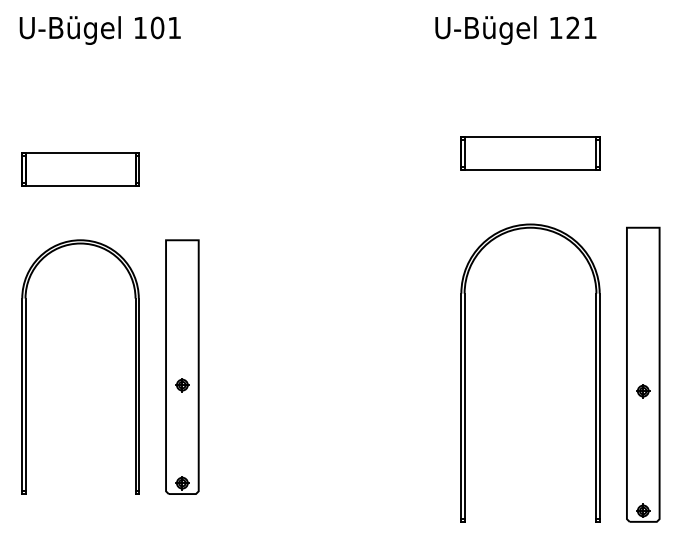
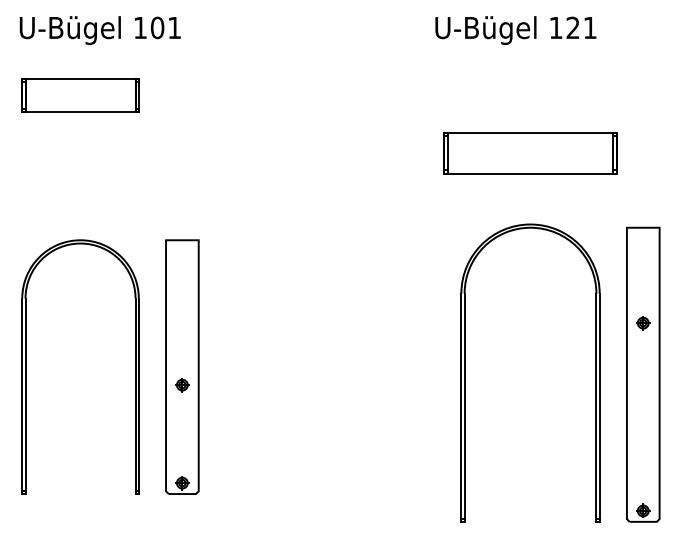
part at (530, 153) size: 141x35 px -> 175x43 px
part at (80, 169) position: (80, 169) -> (80, 95)
part at (643, 391) position: (643, 391) -> (643, 323)
